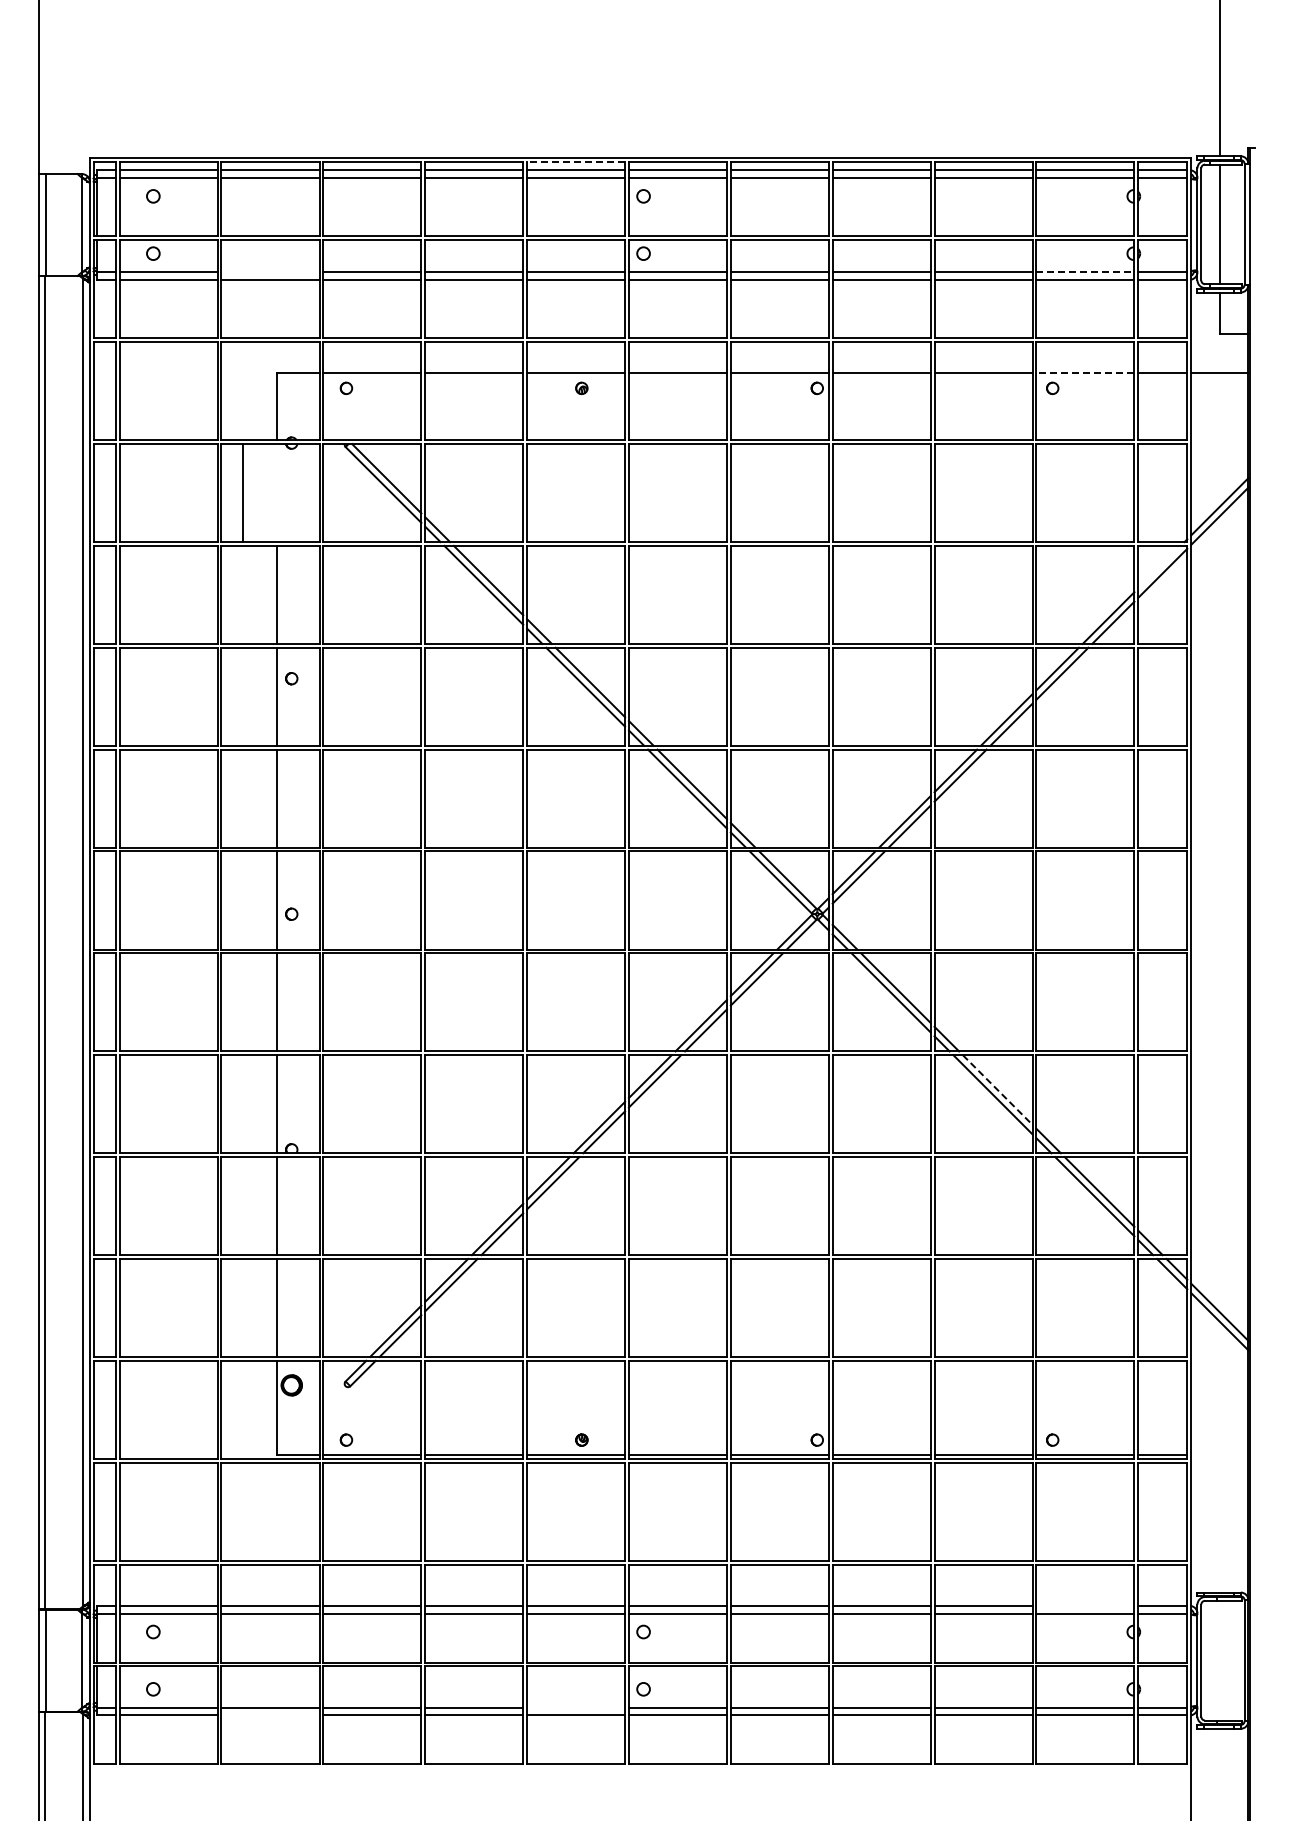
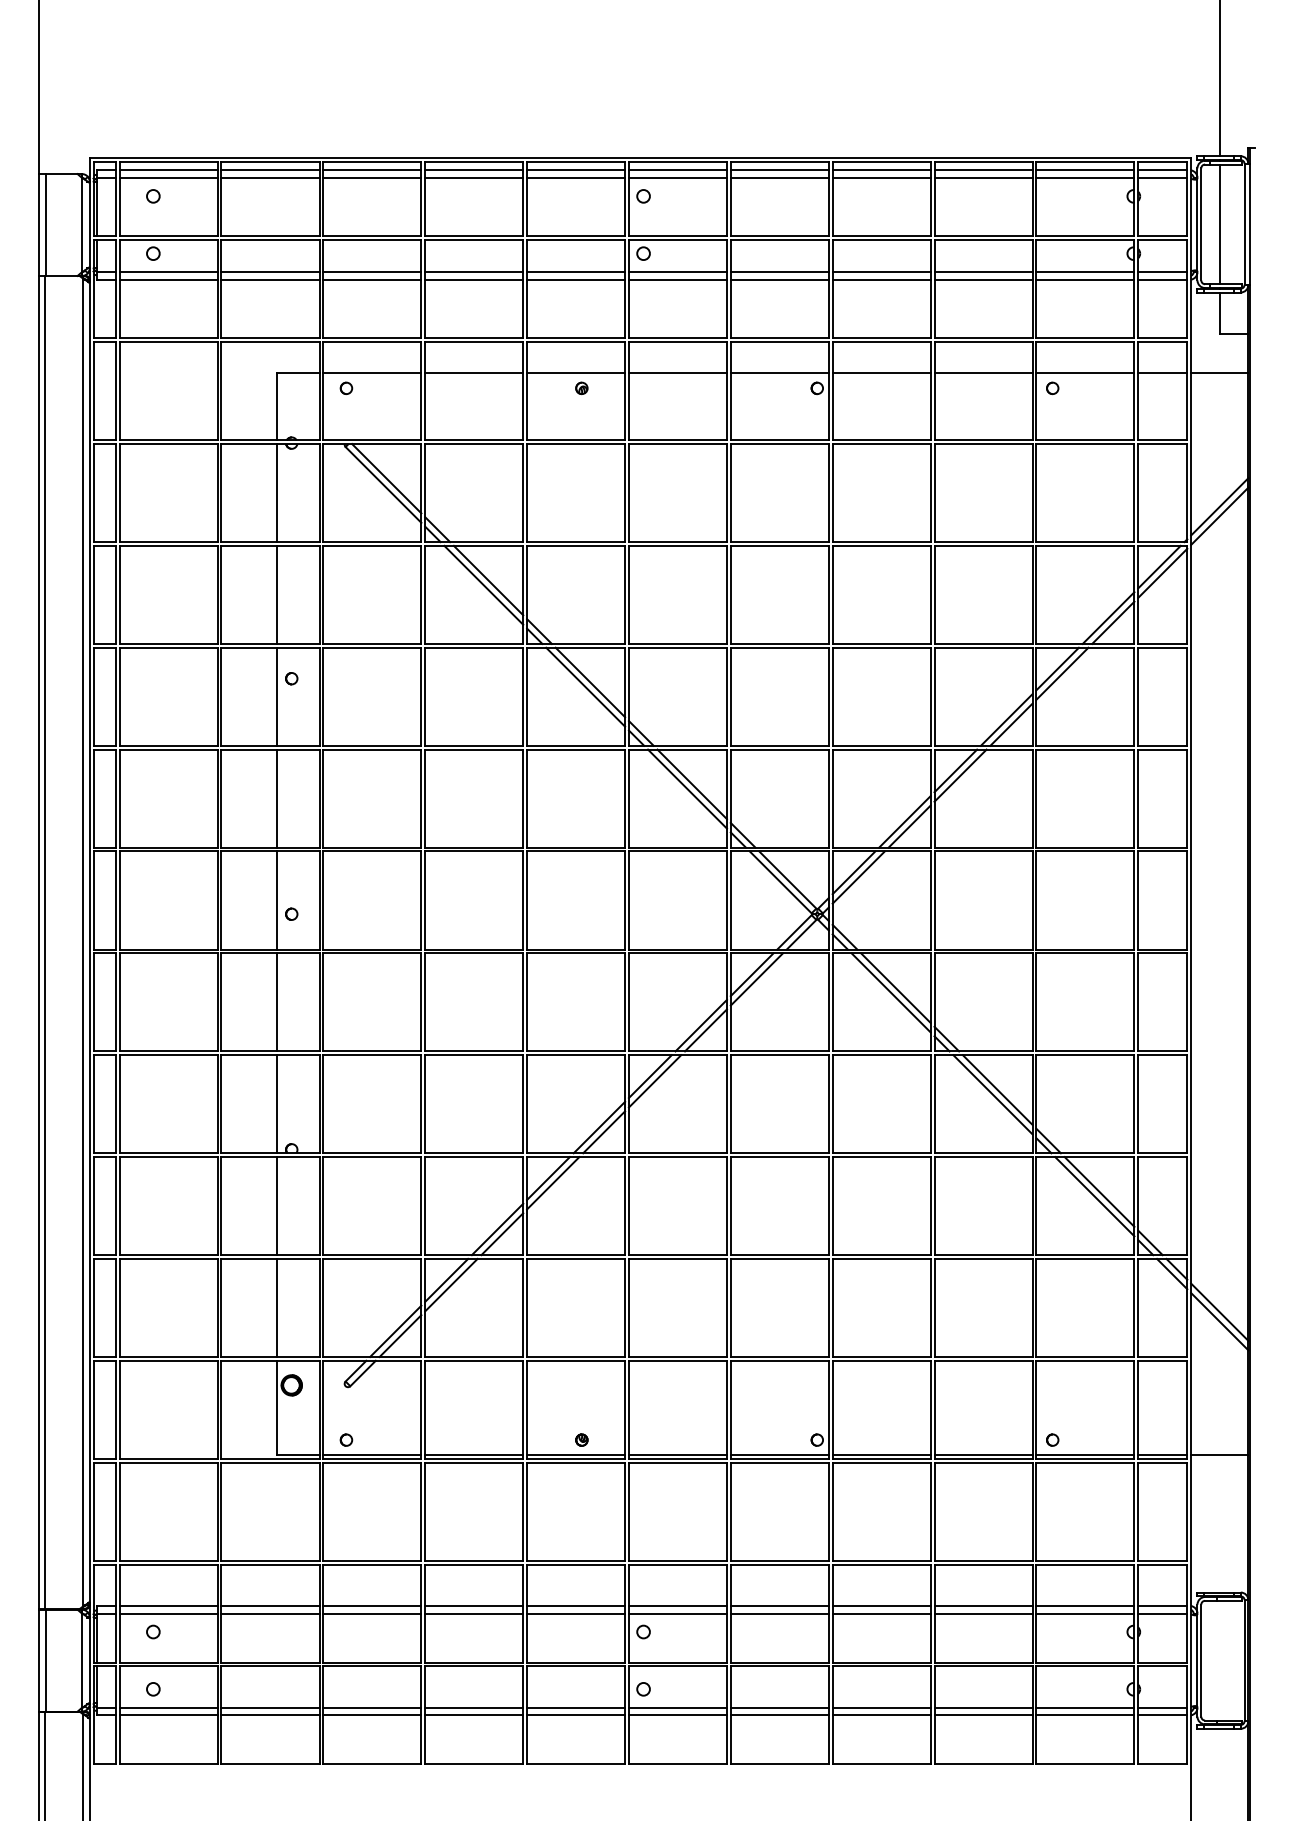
line at (575, 162): dashed -> solid
line at (270, 272): none -> present
line at (1085, 272): dashed -> solid
line at (1084, 373): dashed -> solid
line at (242, 493) position: (242, 493) -> (276, 493)
line at (1159, 566): none -> present
line at (998, 1090): dashed -> solid
line at (1219, 1455): none -> present
line at (1085, 1605): none -> present
line at (576, 1707): none -> present
line at (270, 1715): none -> present
